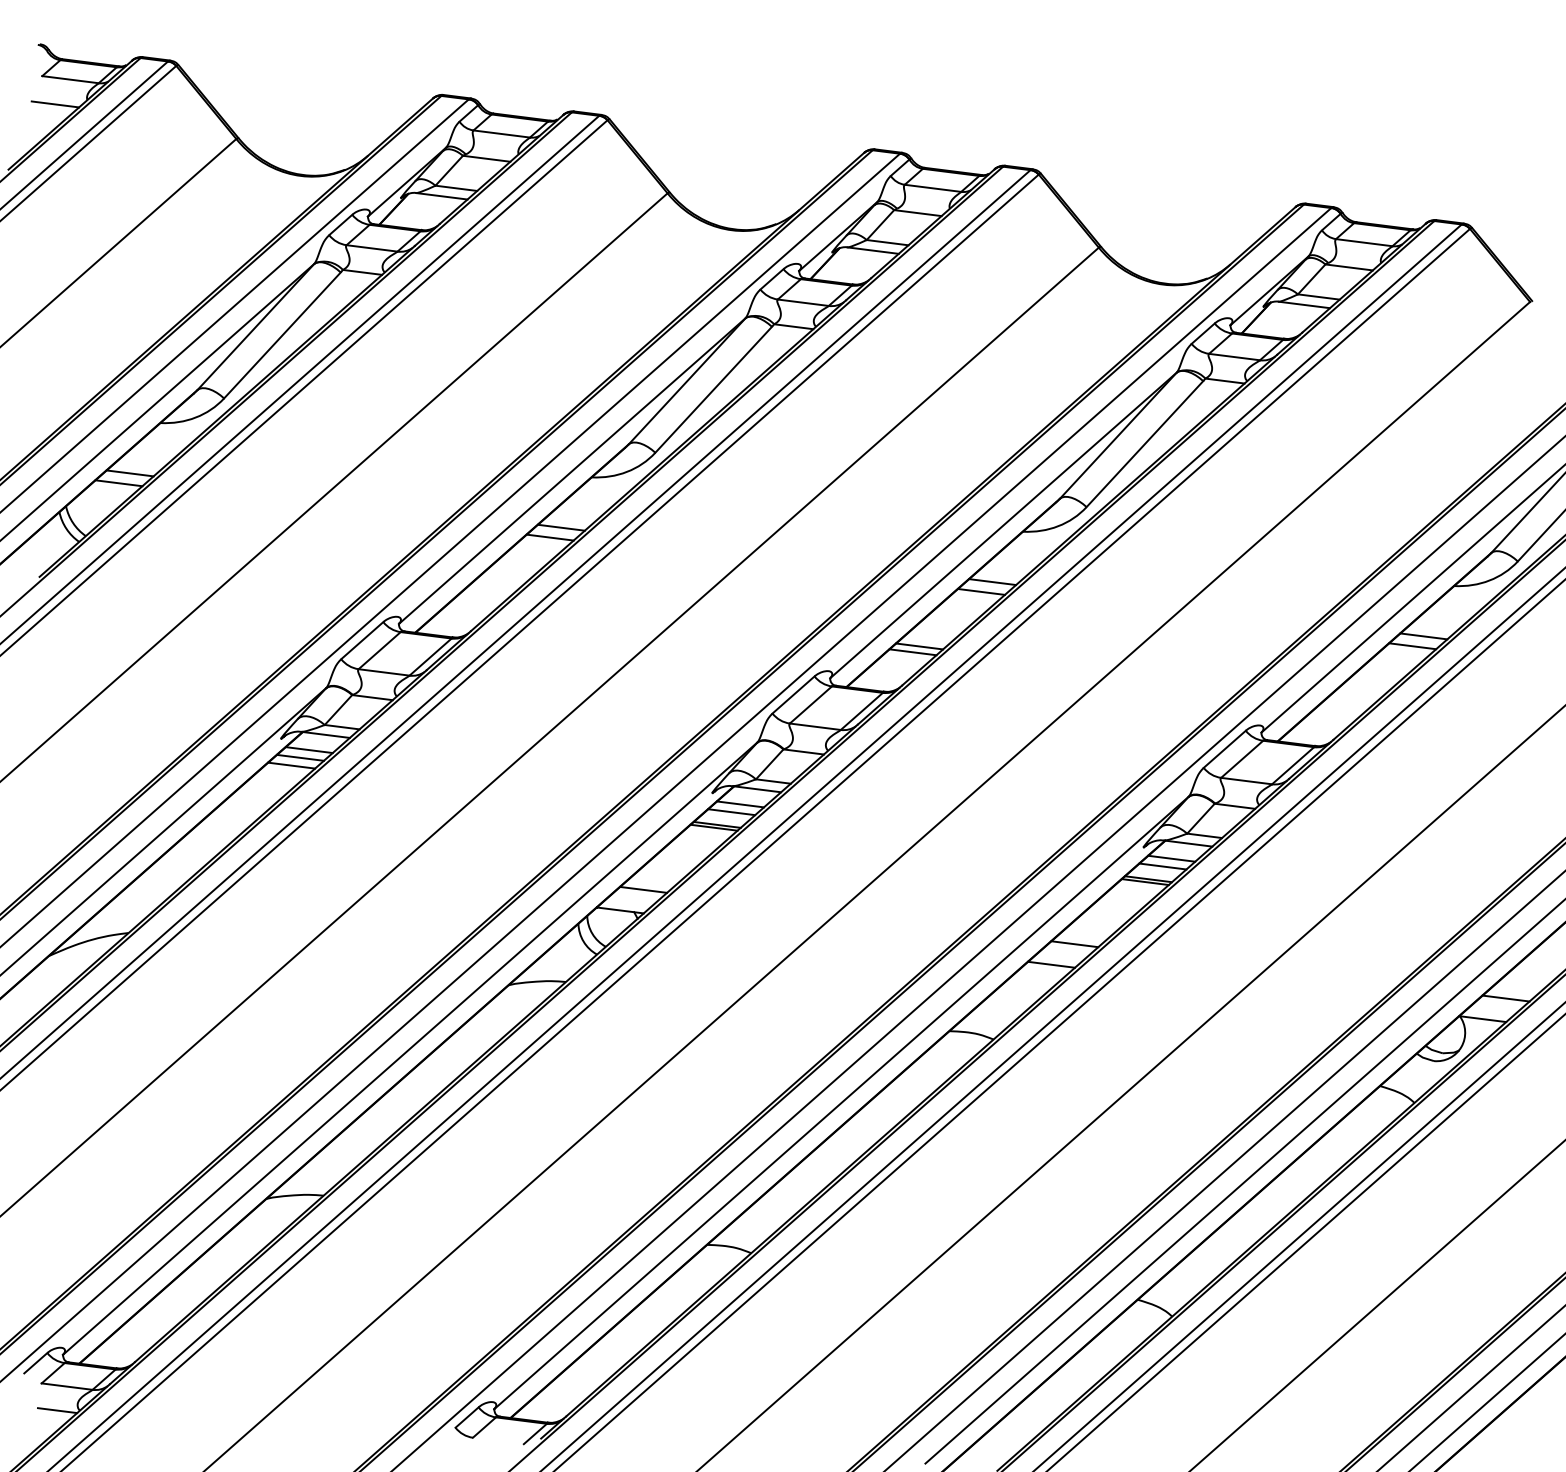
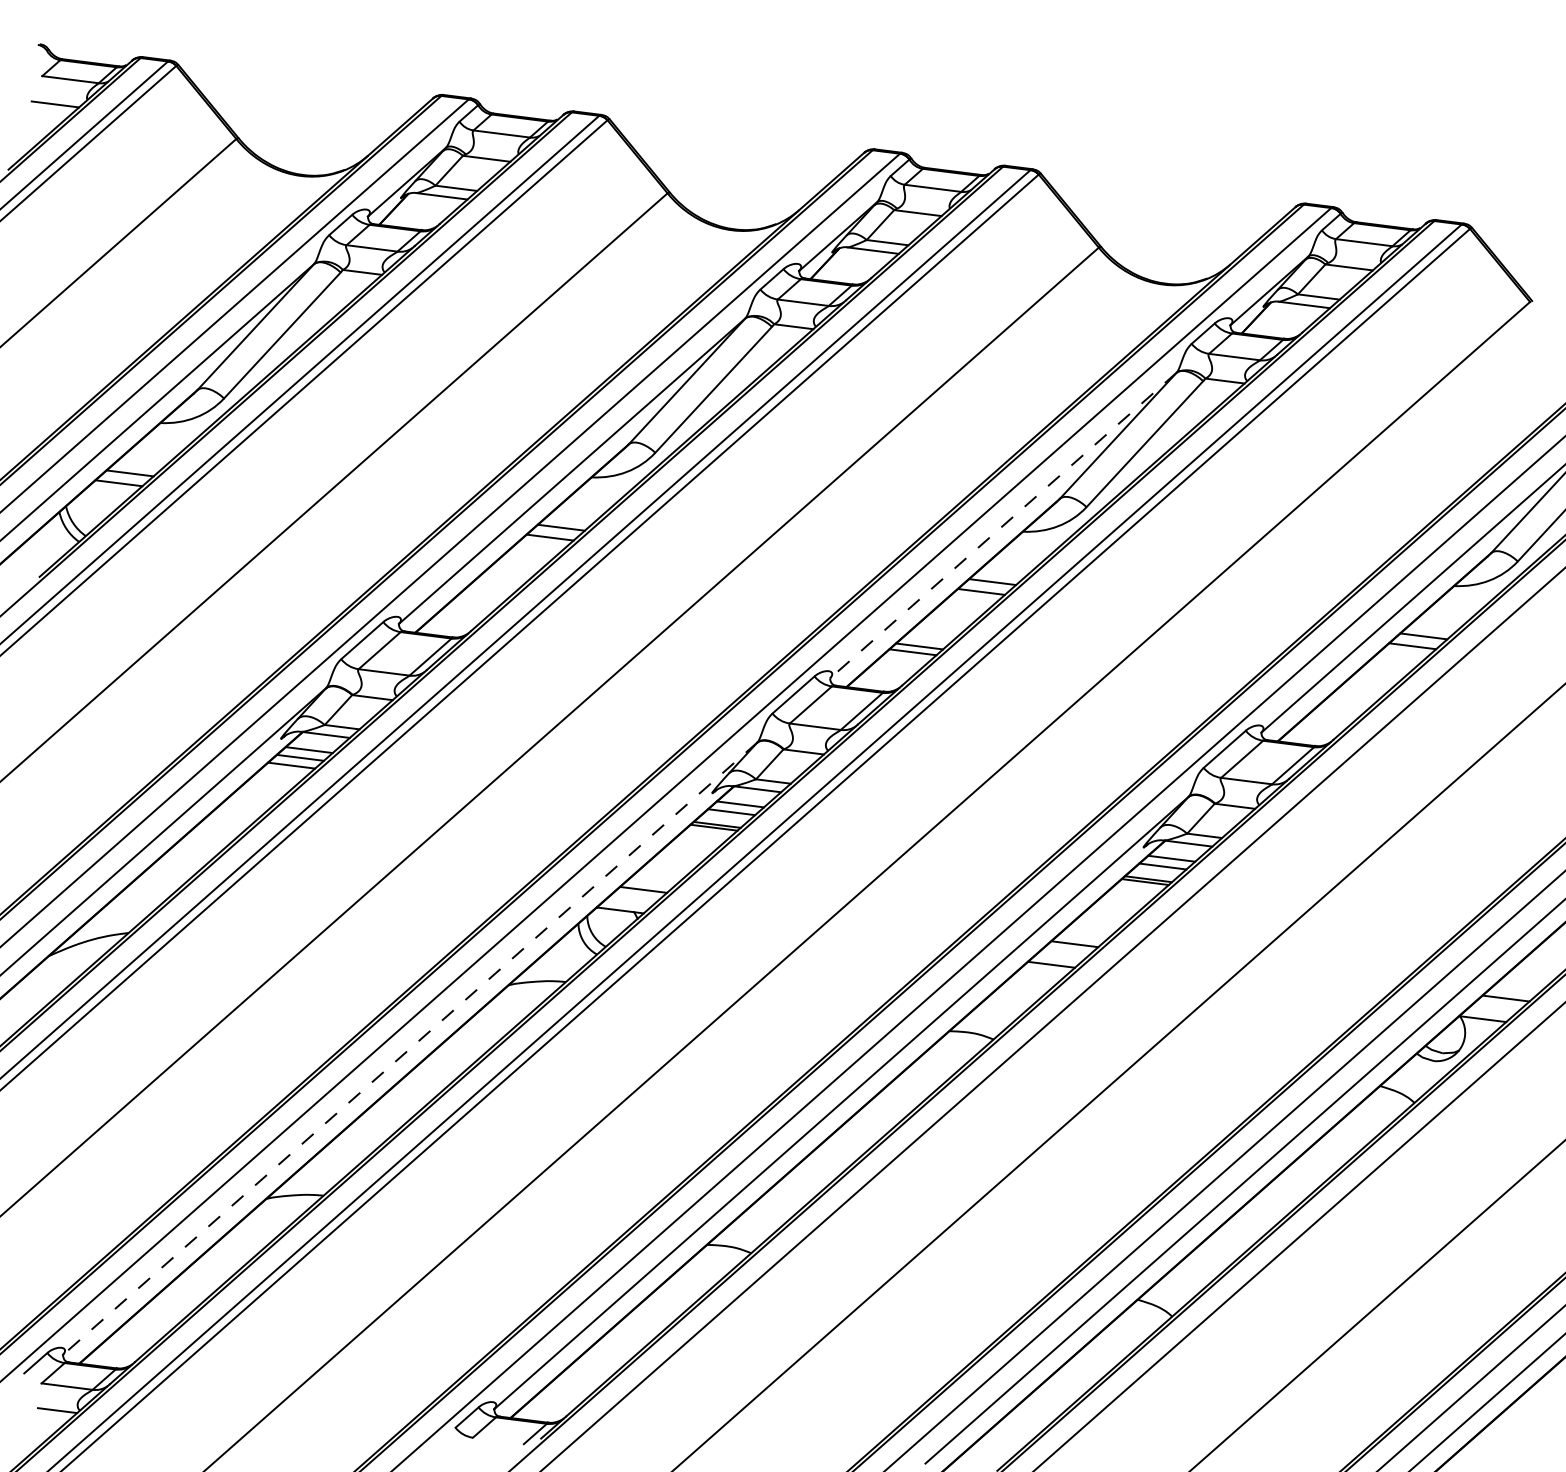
line at (1003, 525): solid -> dashed
line at (1059, 1024): present -> none
line at (410, 1048): solid -> dashed
line at (1130, 1088) position: (1130, 1088) -> (1118, 1077)
line at (1305, 1242): present -> none
